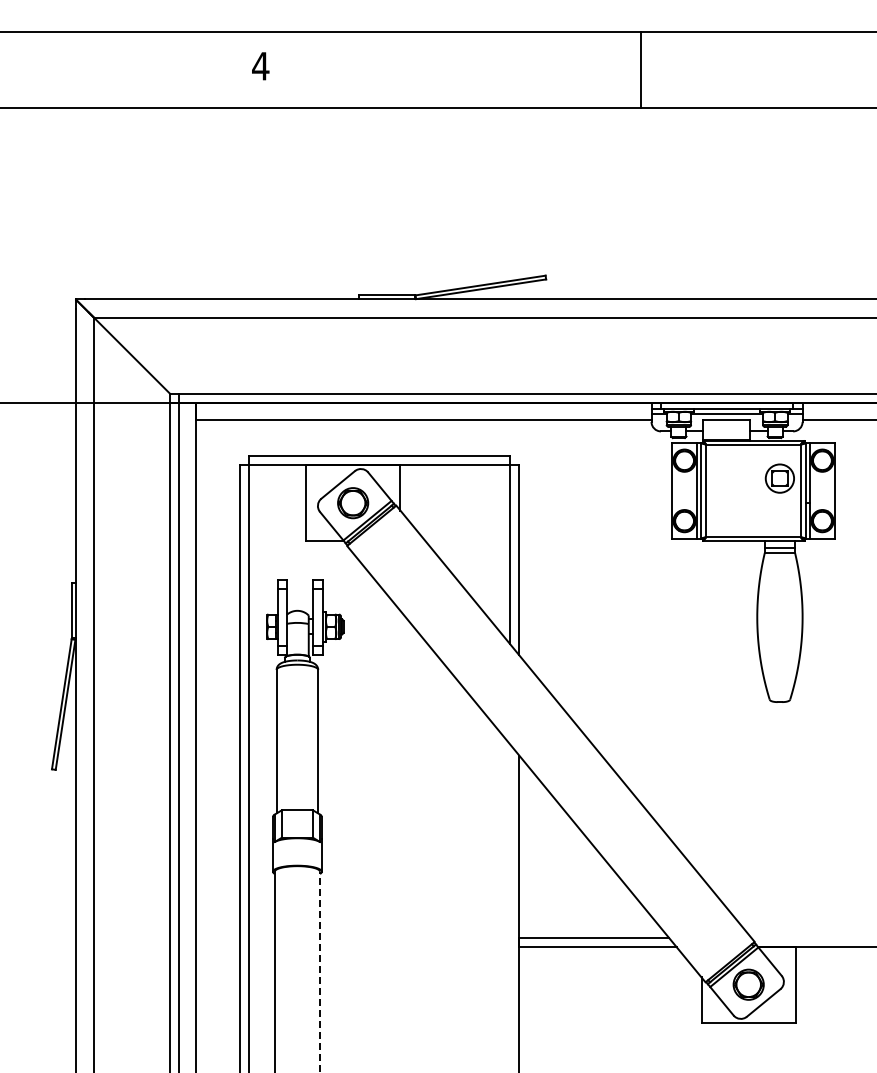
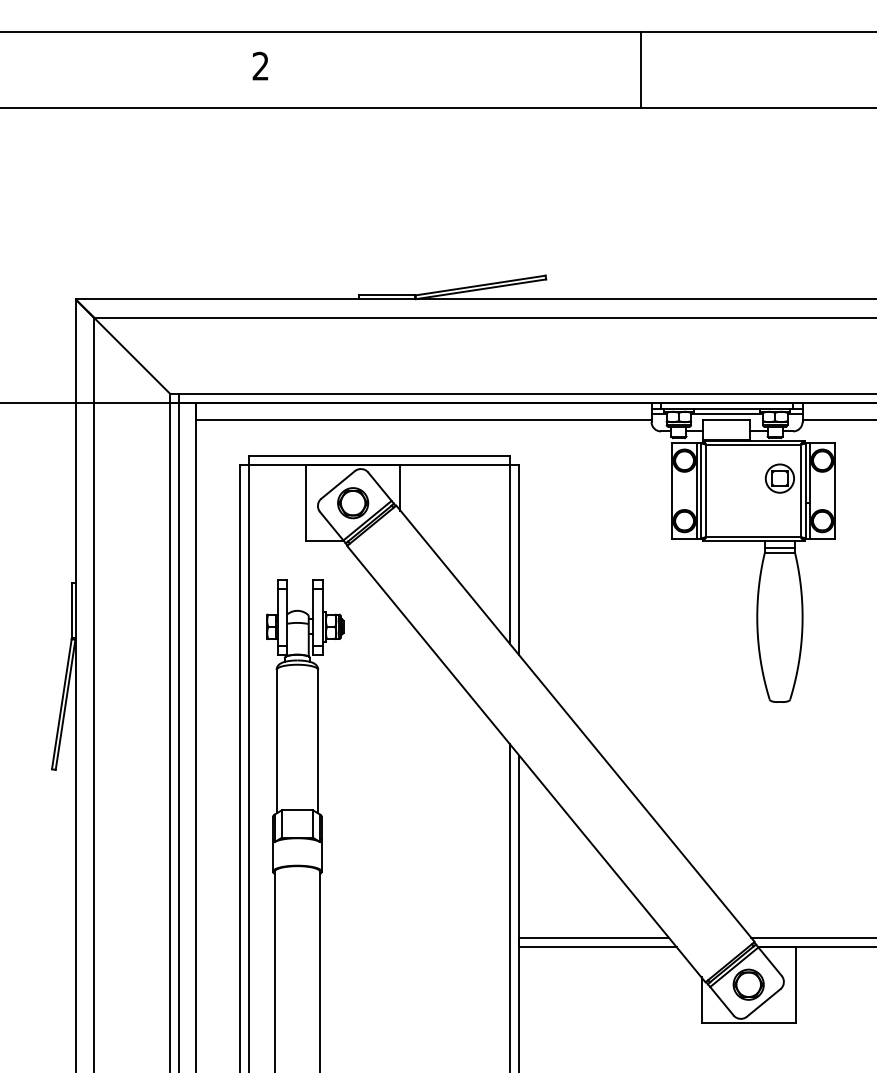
text at (260, 65): 4 -> 2
line at (509, 906): none -> present
line at (812, 937): none -> present
line at (320, 971): dashed -> solid
